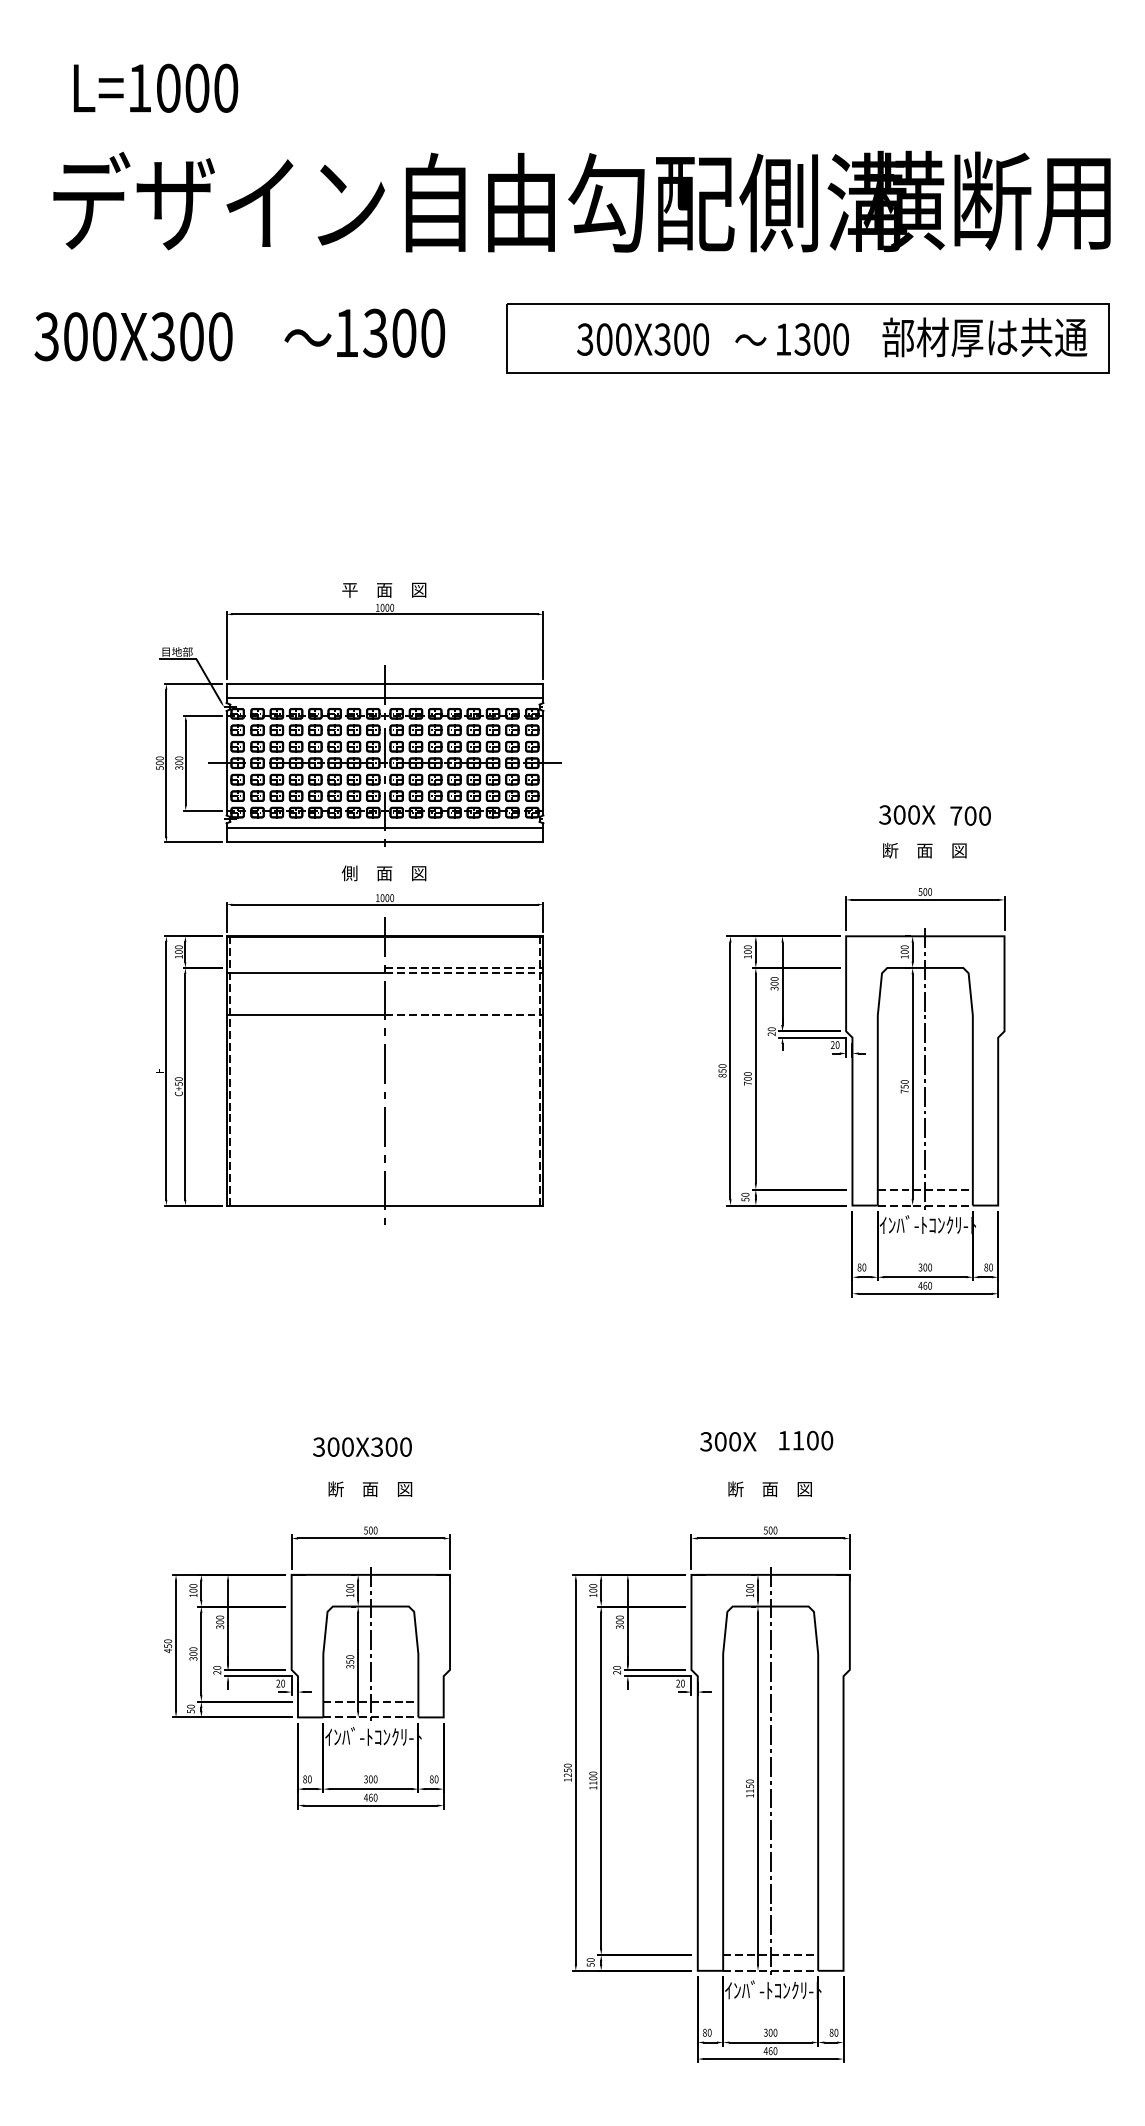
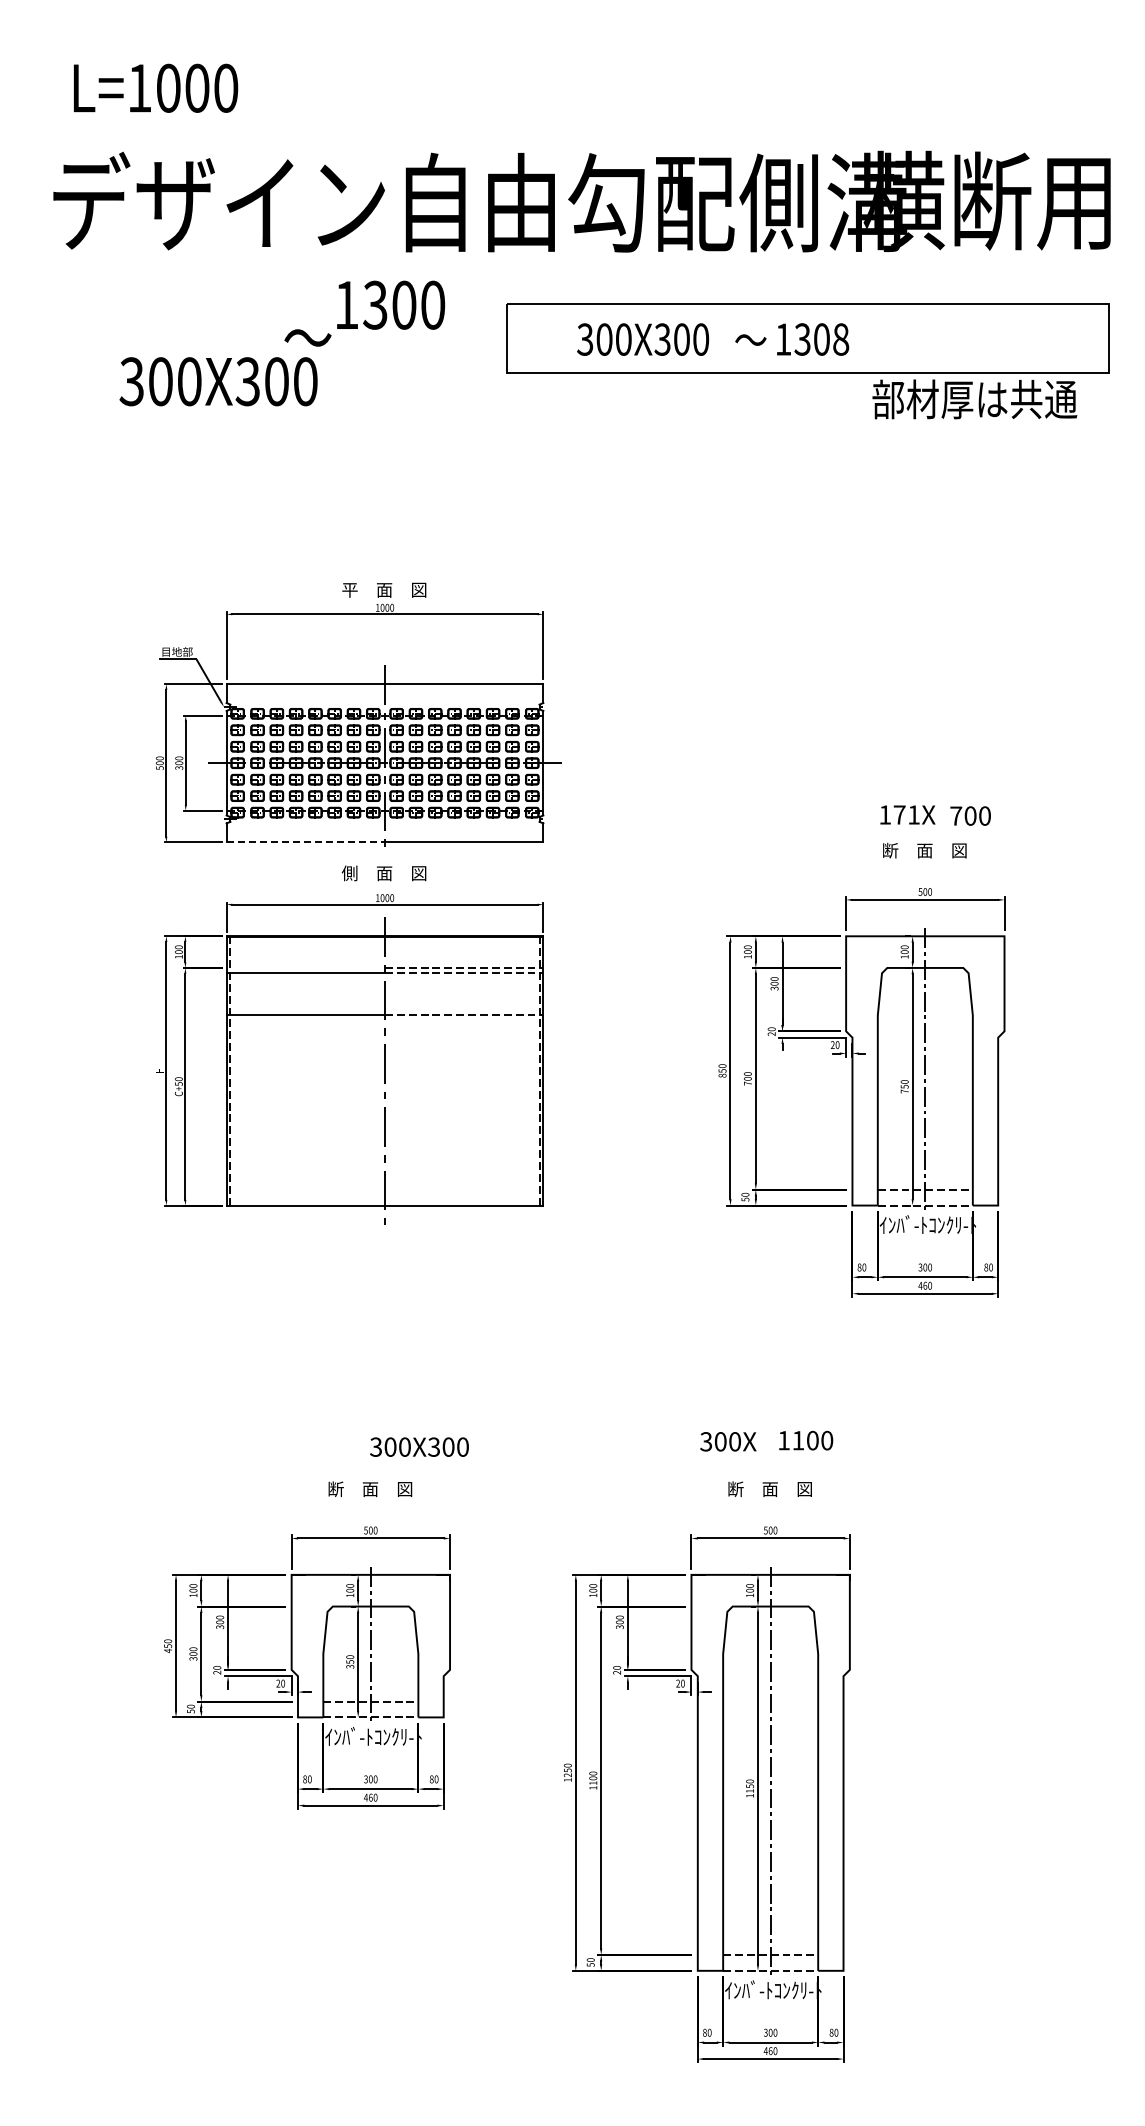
text at (391, 332) position: (391, 332) -> (391, 304)
text at (133, 336) position: (133, 336) -> (218, 381)
text at (984, 337) position: (984, 337) -> (974, 399)
text at (841, 339): 1300 -> 1308
line at (384, 698): present -> none
text at (899, 814): 300X -> 171X
line at (384, 828): present -> none
line at (306, 842): solid -> dashed
text at (362, 1446) position: (362, 1446) -> (419, 1446)
